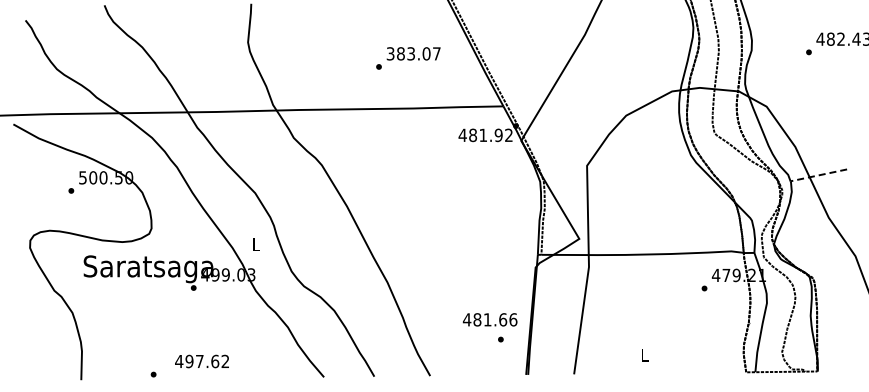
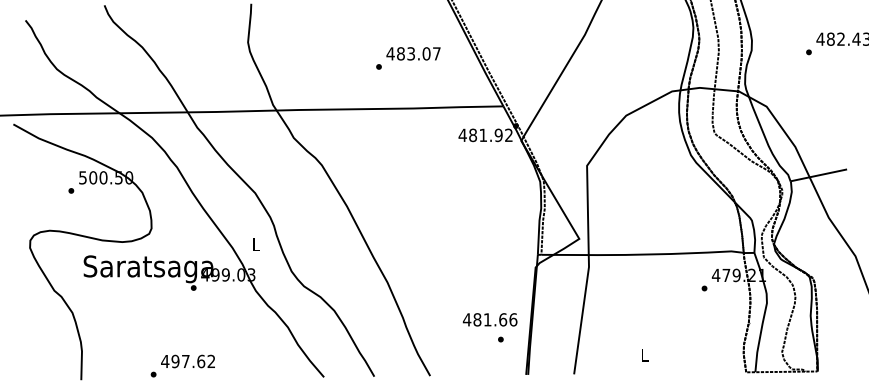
text at (390, 53): 383.07 -> 483.07
line at (818, 175): dashed -> solid
text at (201, 361) position: (201, 361) -> (187, 361)
